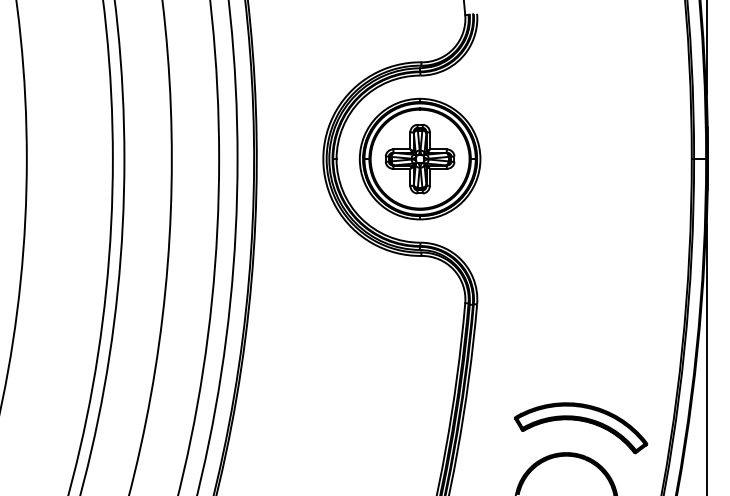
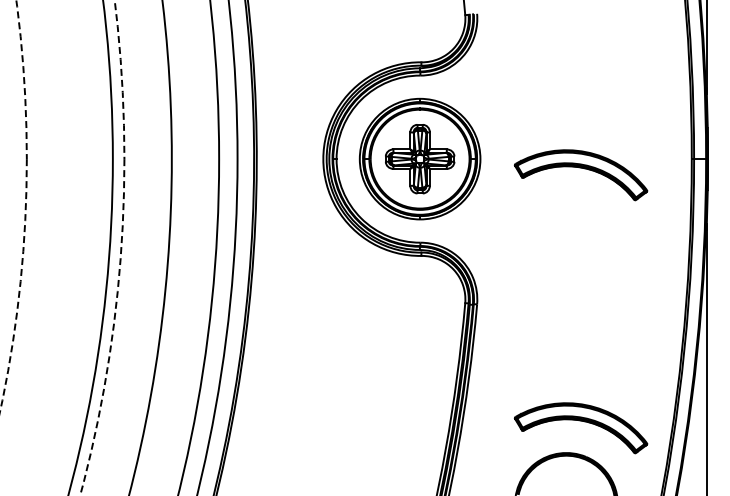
part at (580, 168): none -> present
circle at (13, 205): solid -> dashed
circle at (102, 247): solid -> dashed
